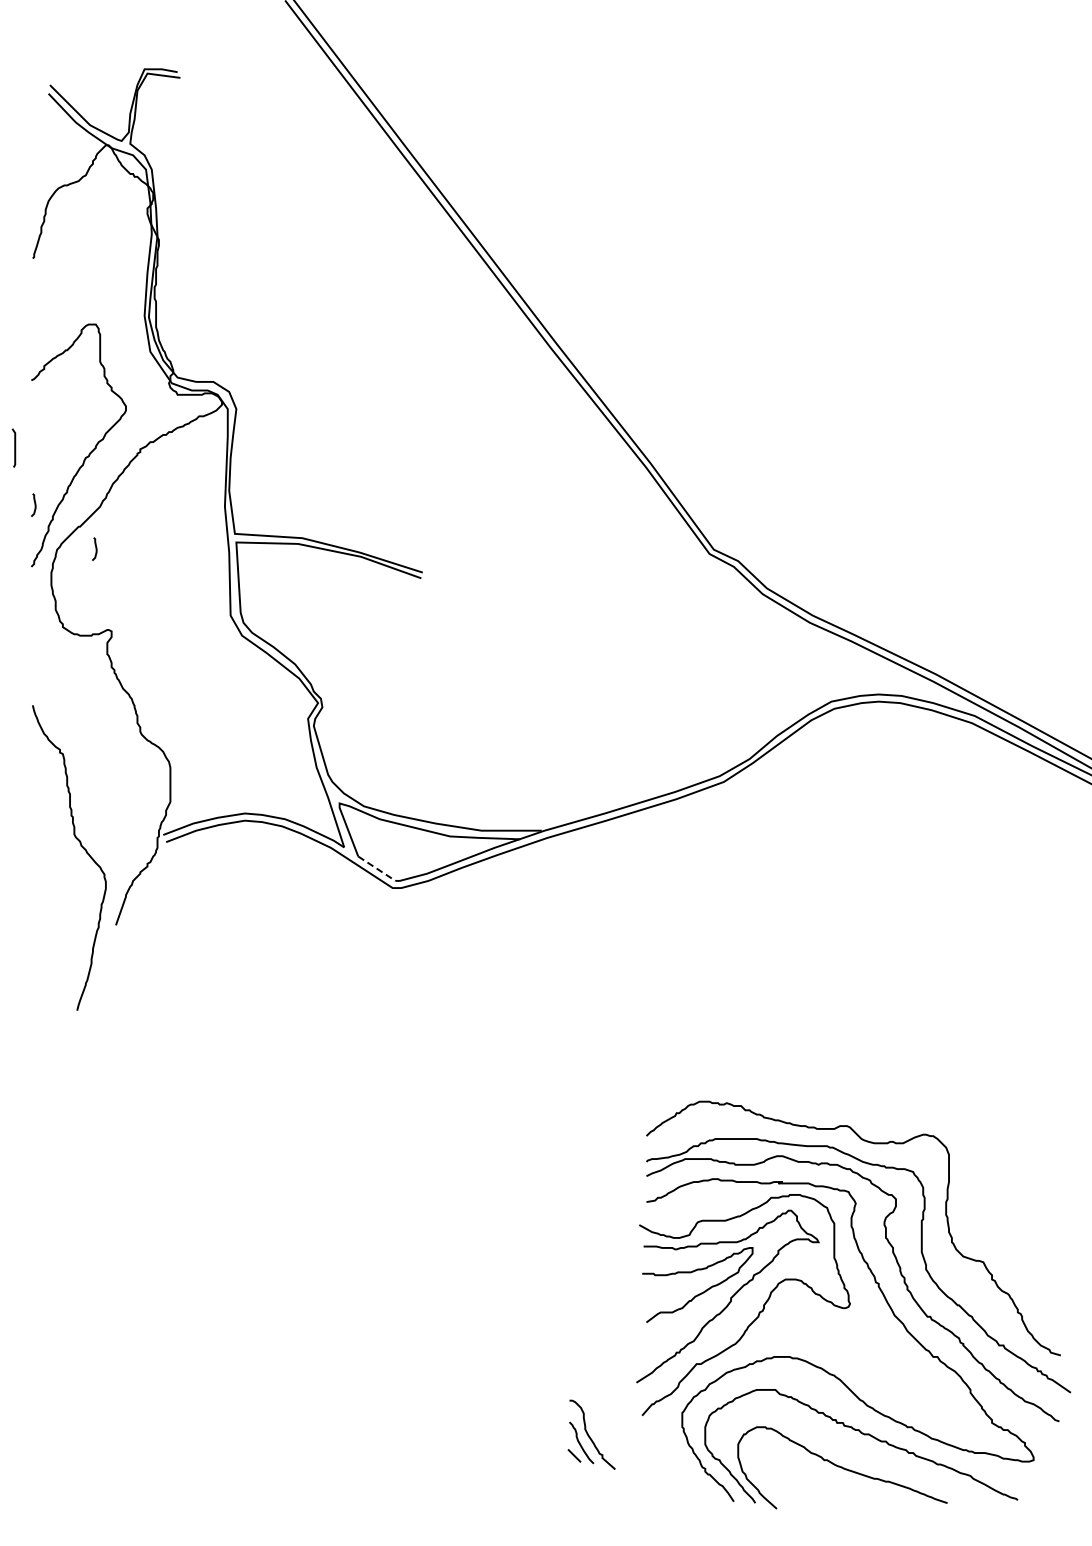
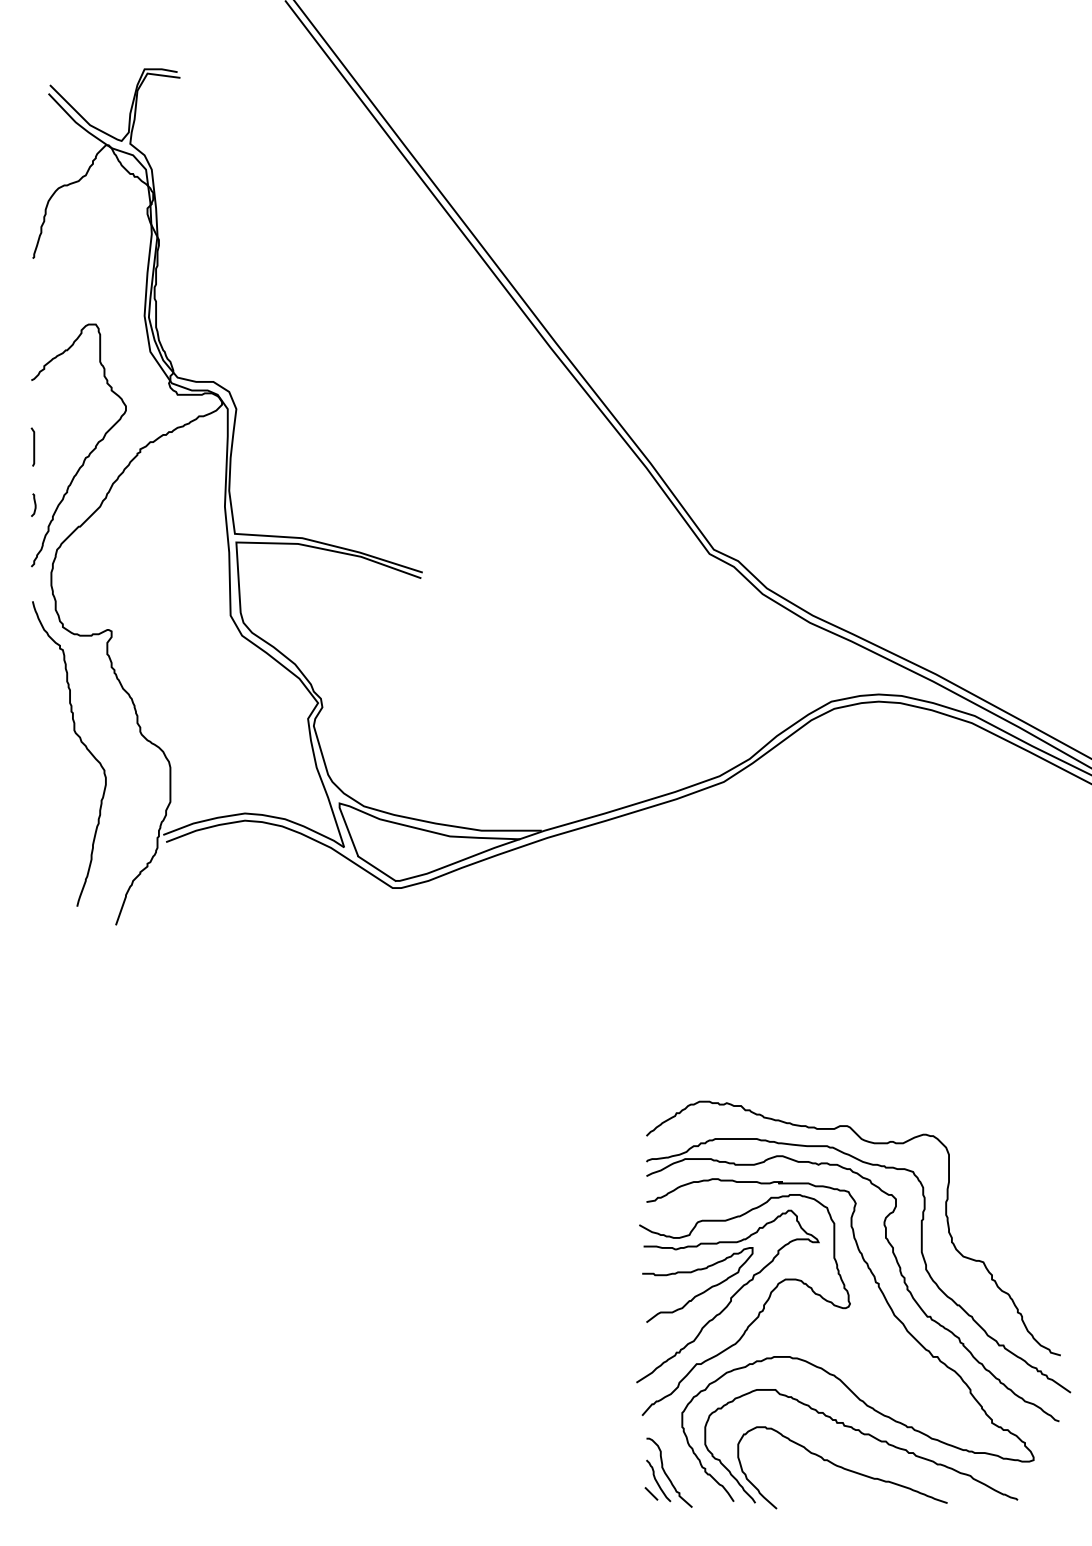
curve at (14, 447) position: (14, 447) -> (33, 446)
curve at (95, 548): present -> none
curve at (80, 846) position: (80, 846) -> (80, 742)
line at (377, 868): dashed -> solid
part at (591, 1434) position: (591, 1434) -> (668, 1472)
